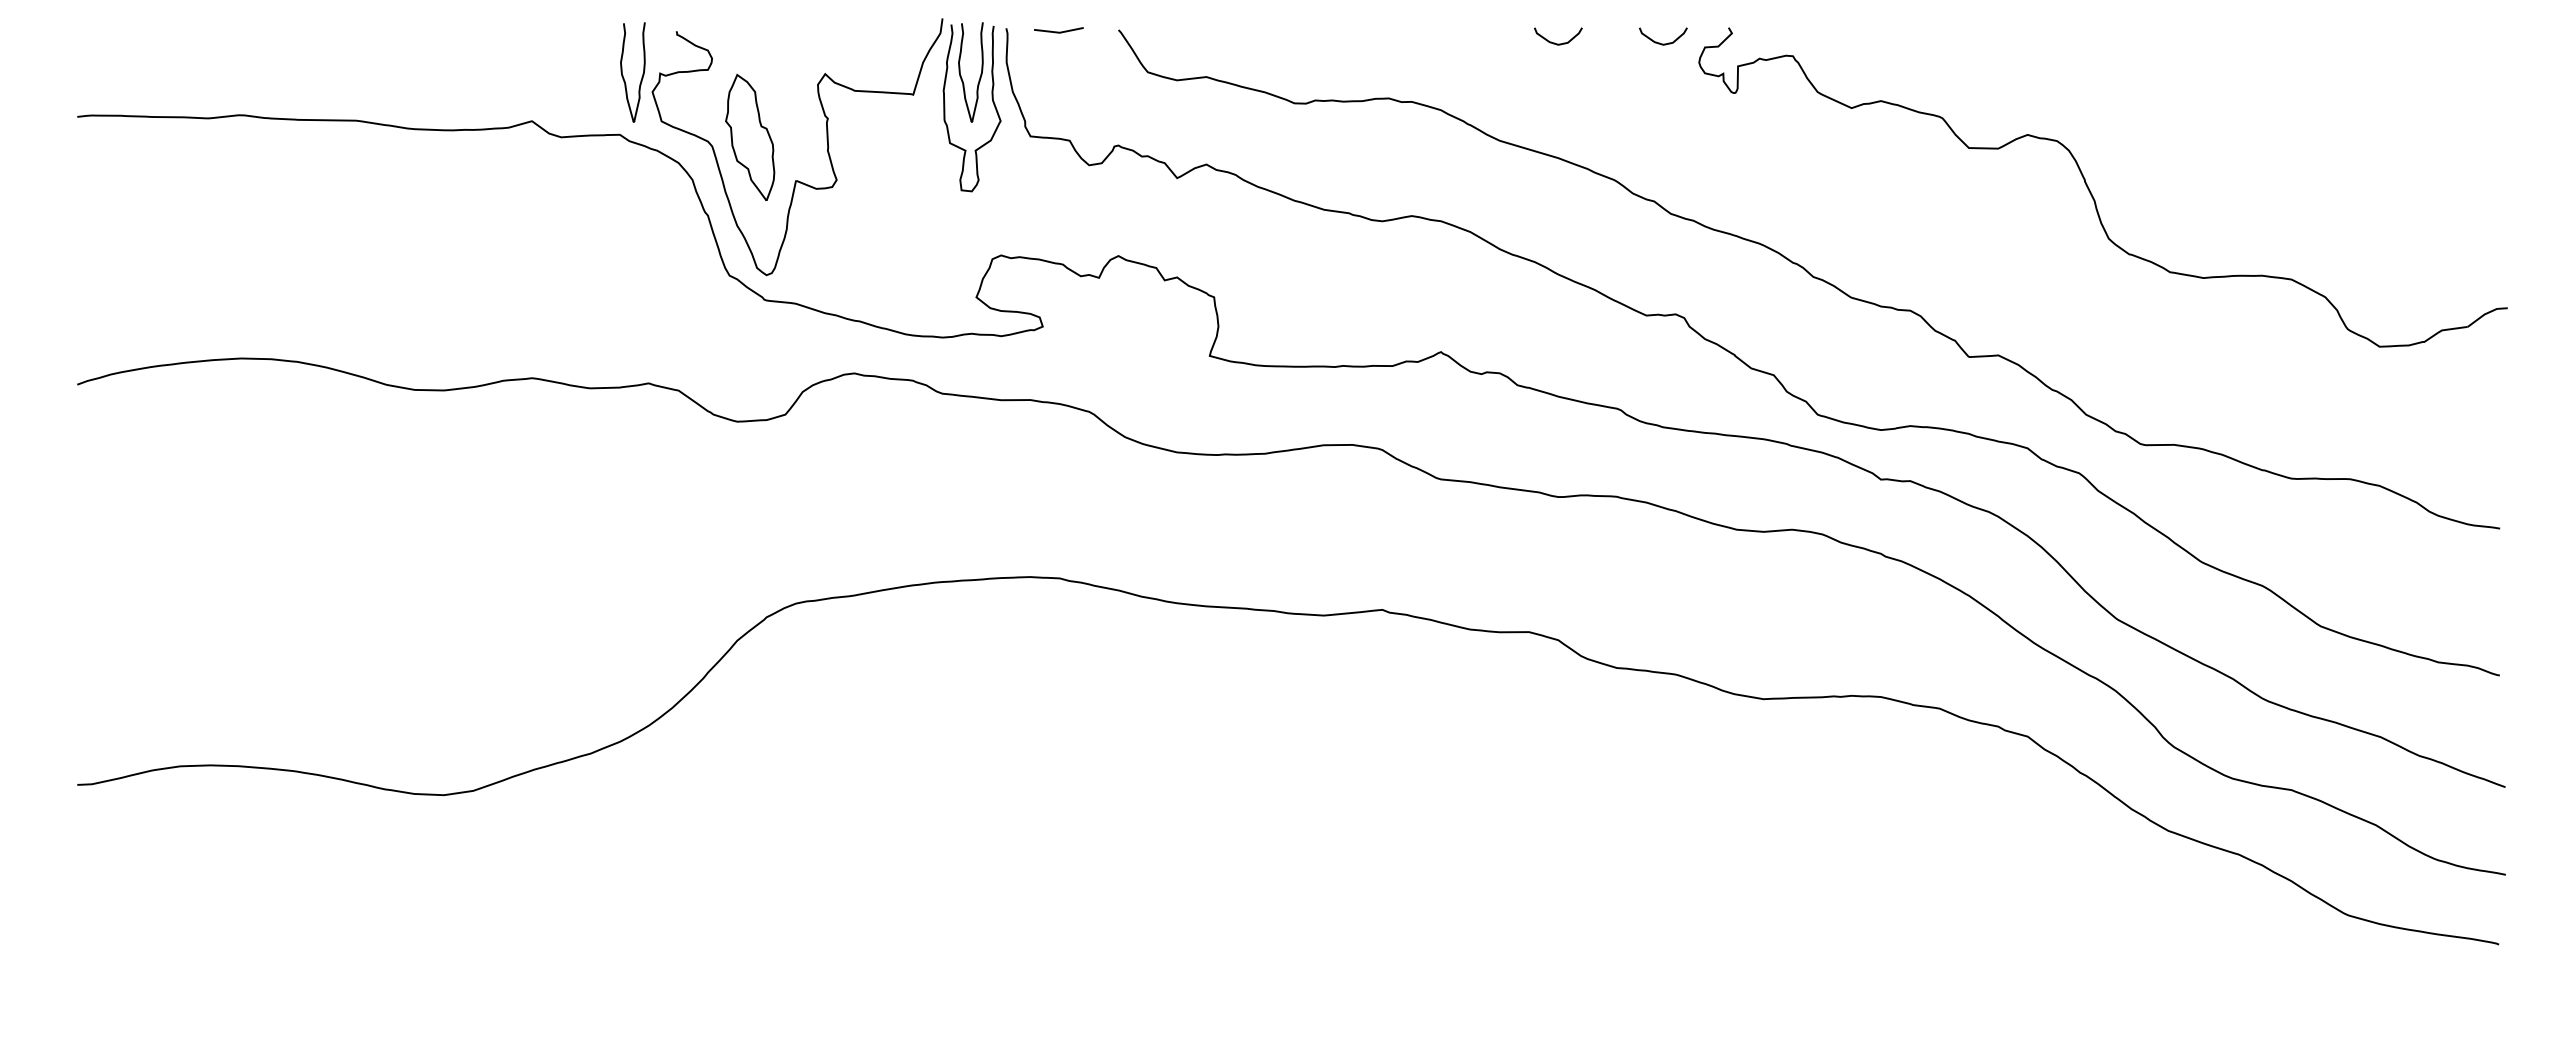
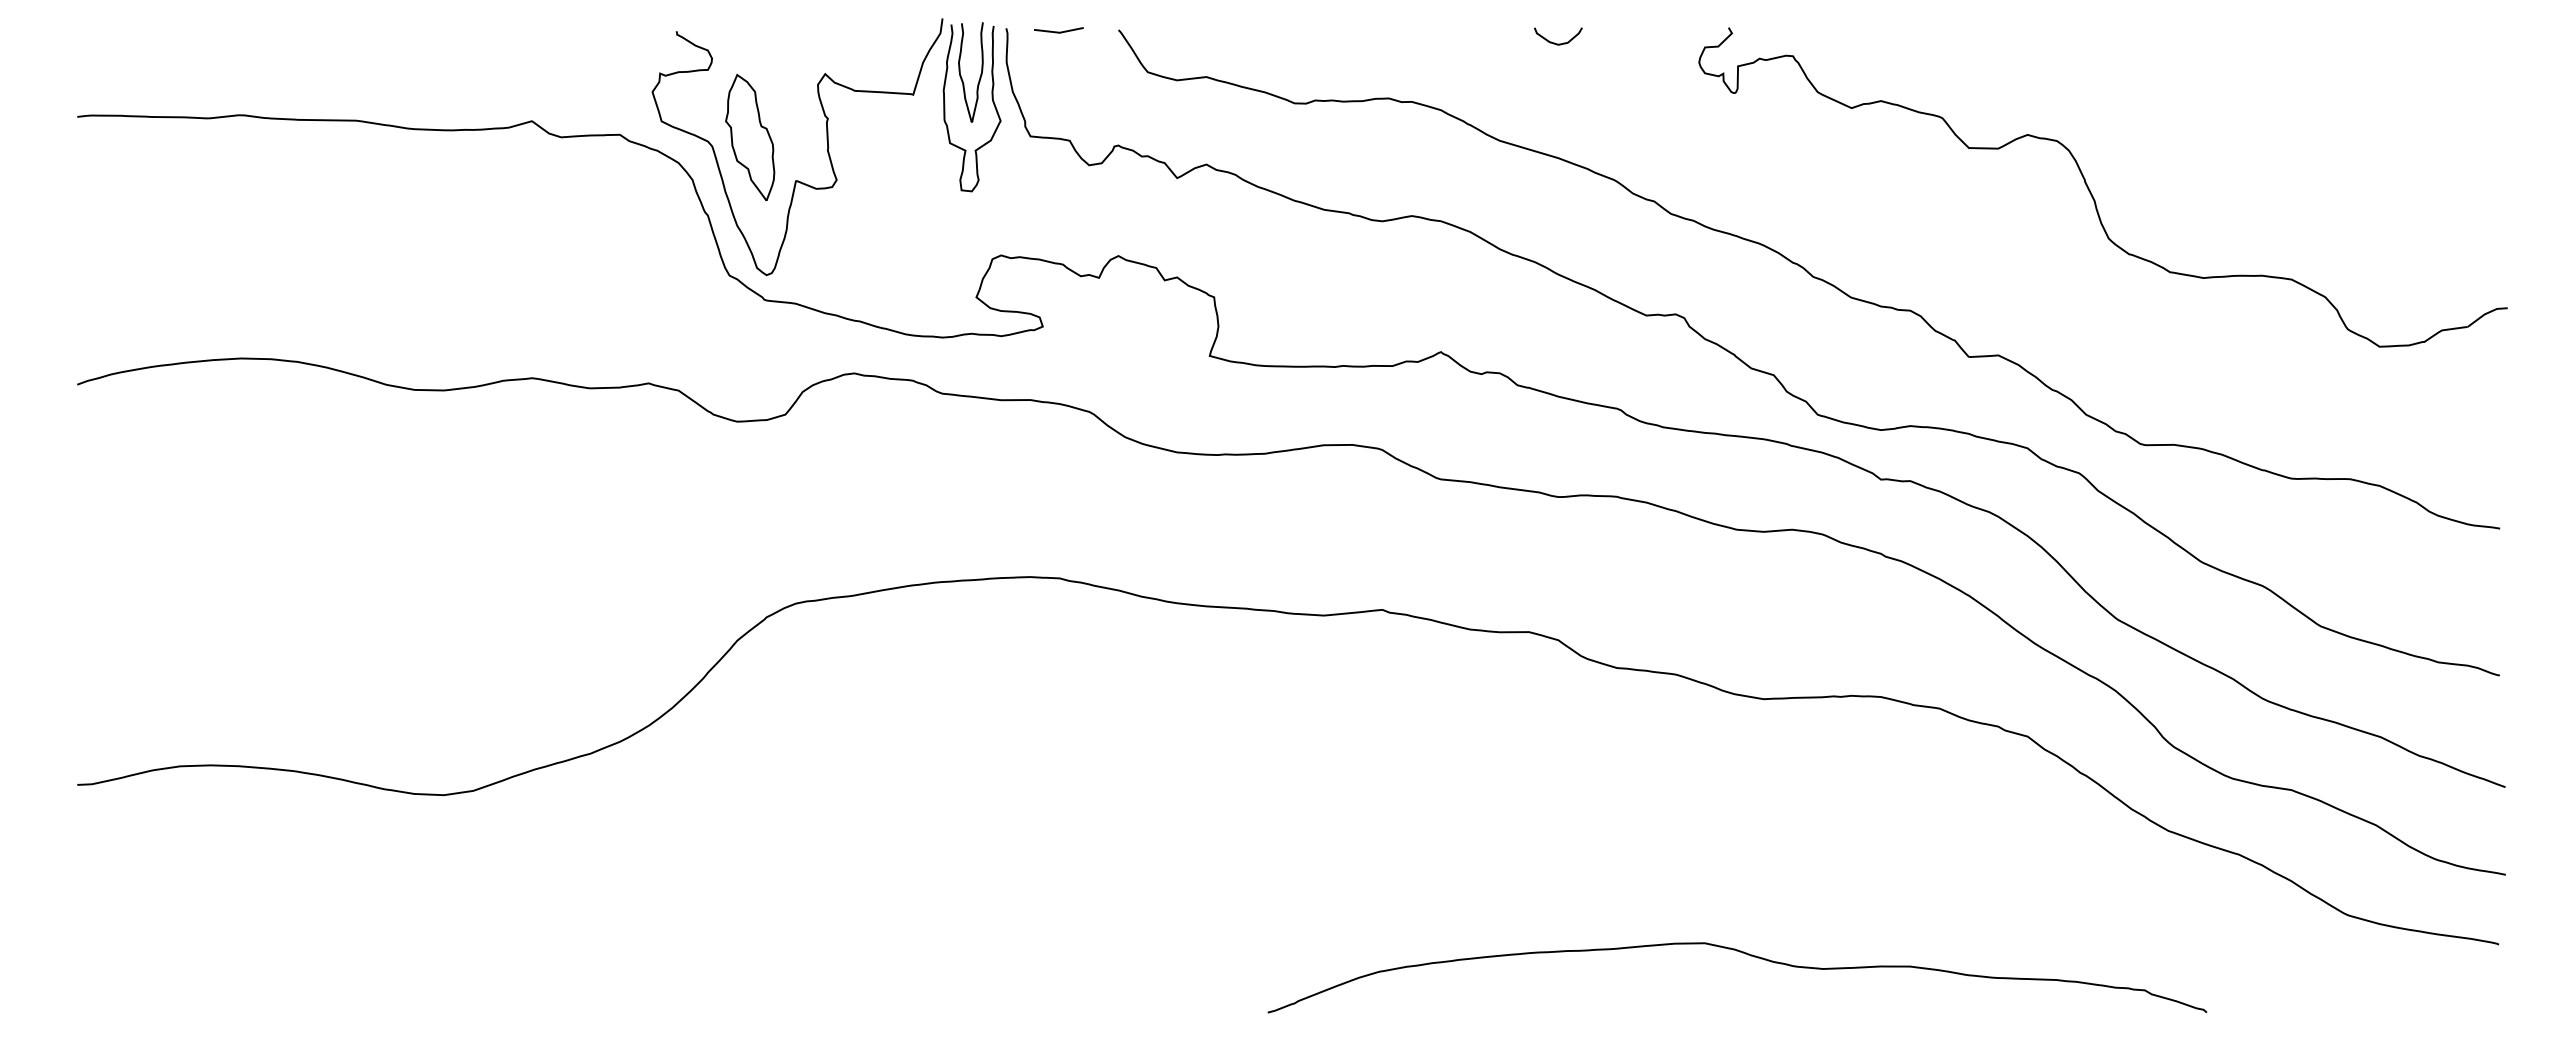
curve at (1663, 43): present -> none
curve at (623, 75): present -> none
curve at (1745, 954): none -> present
